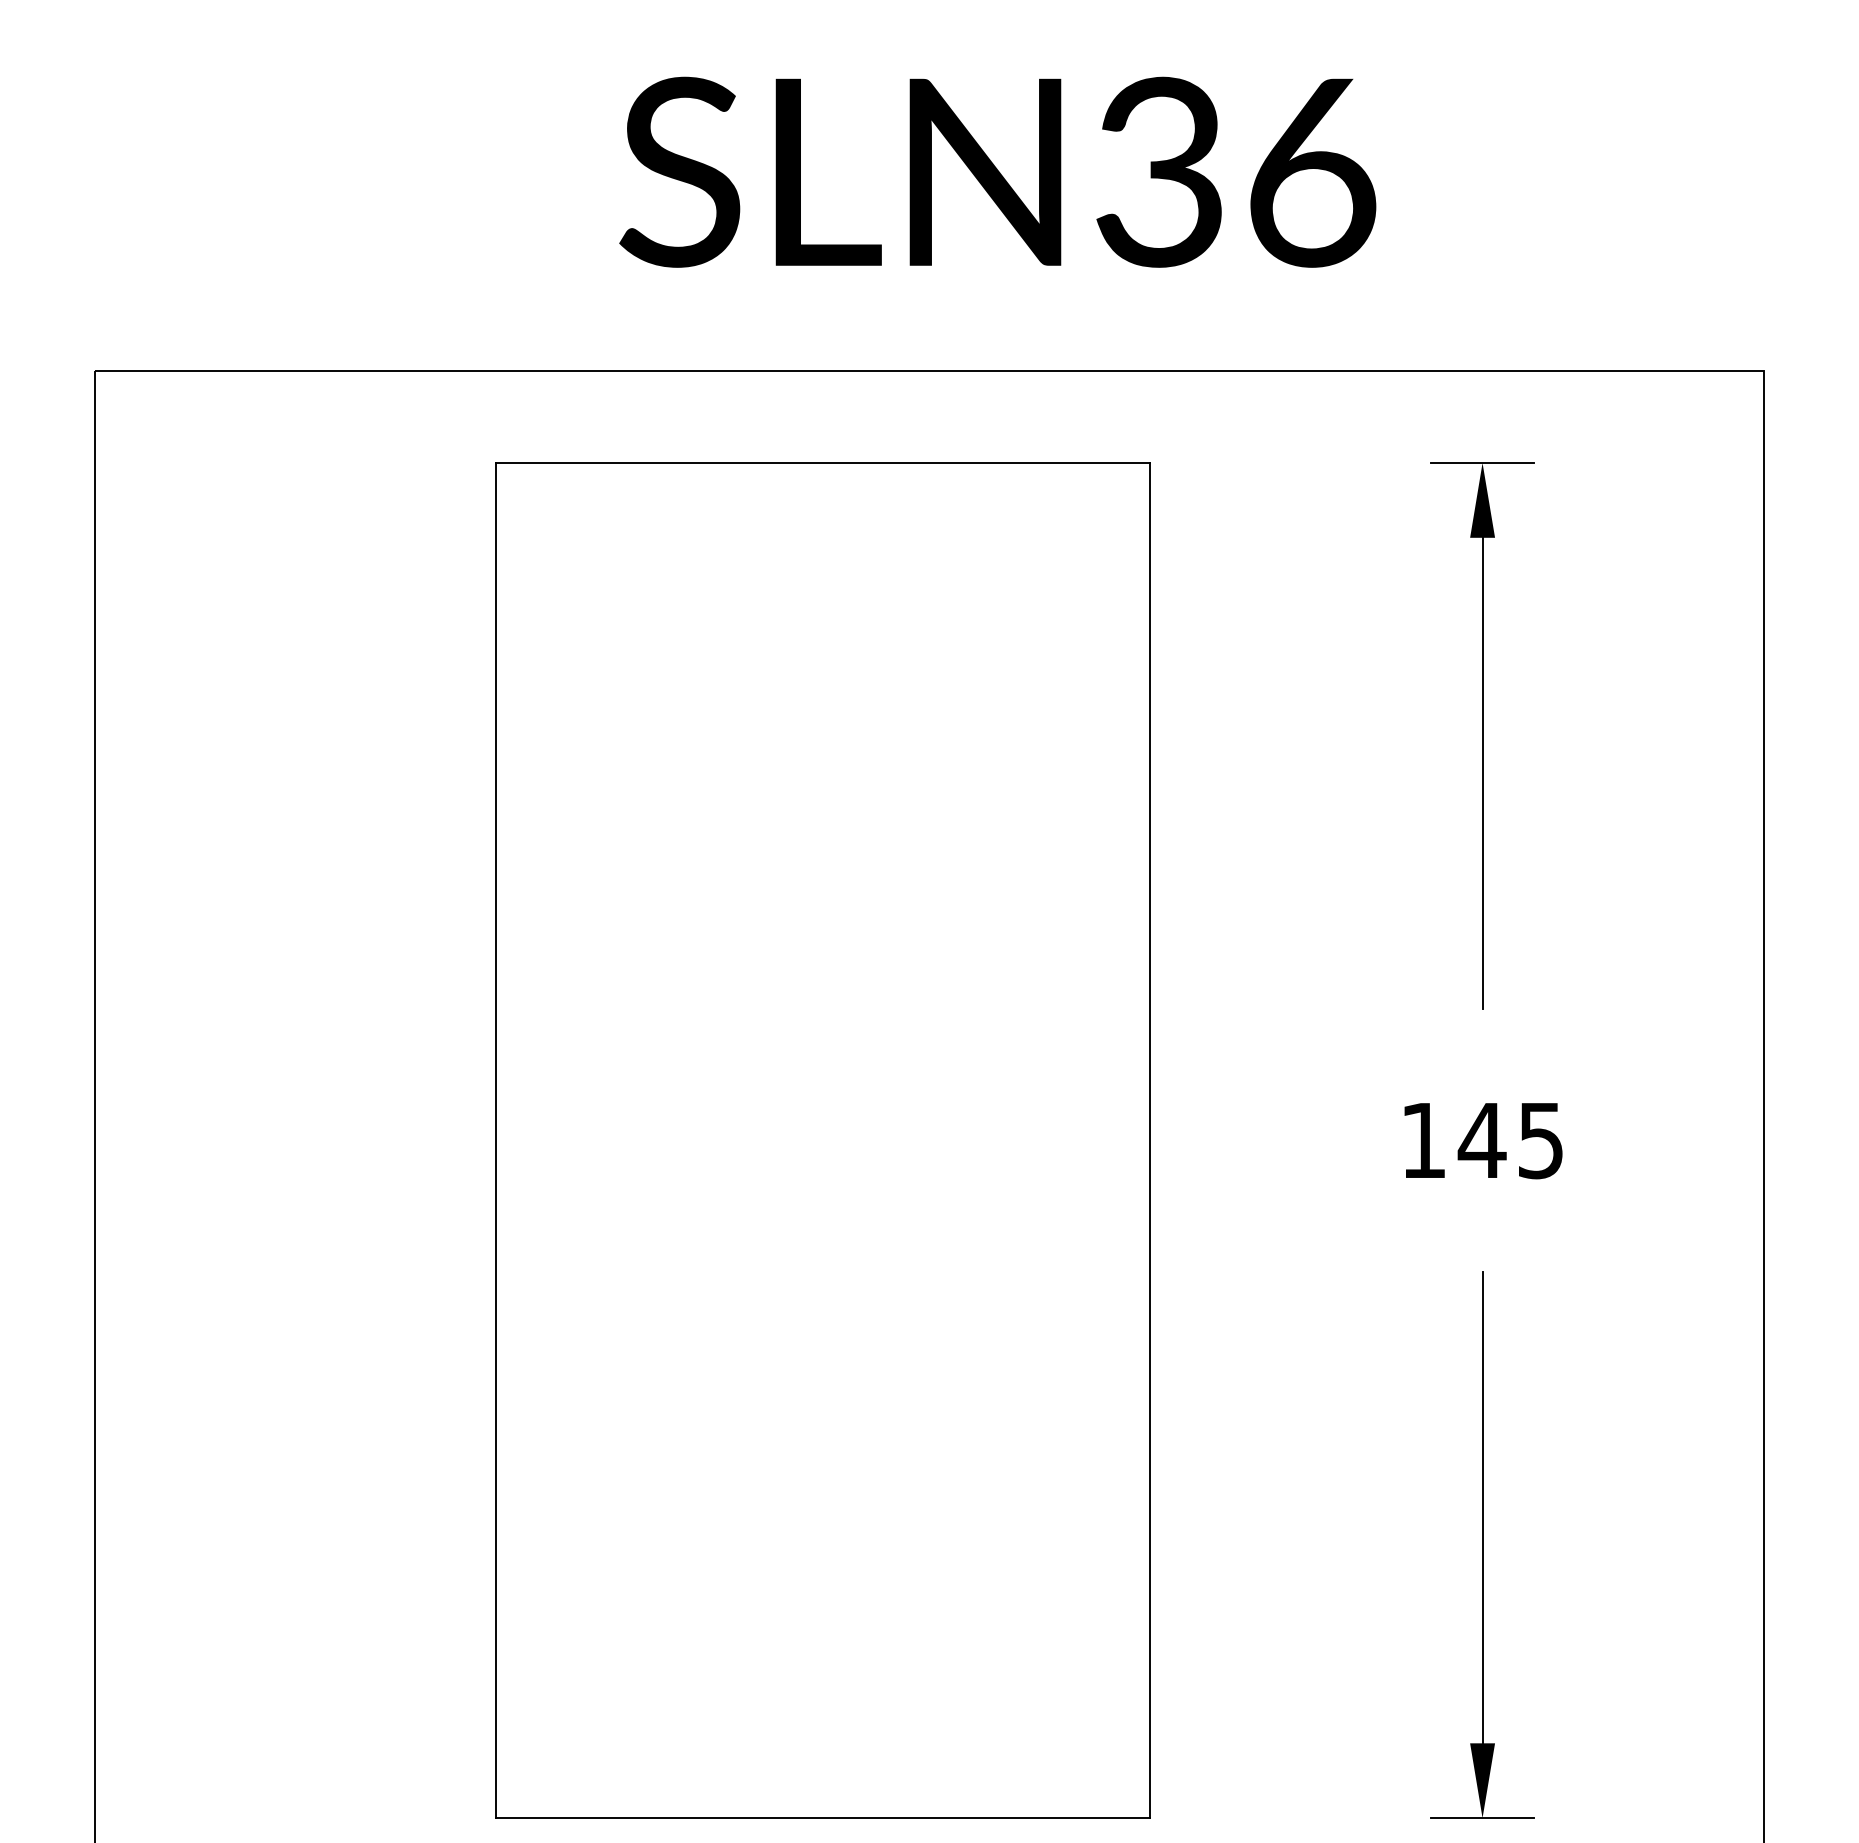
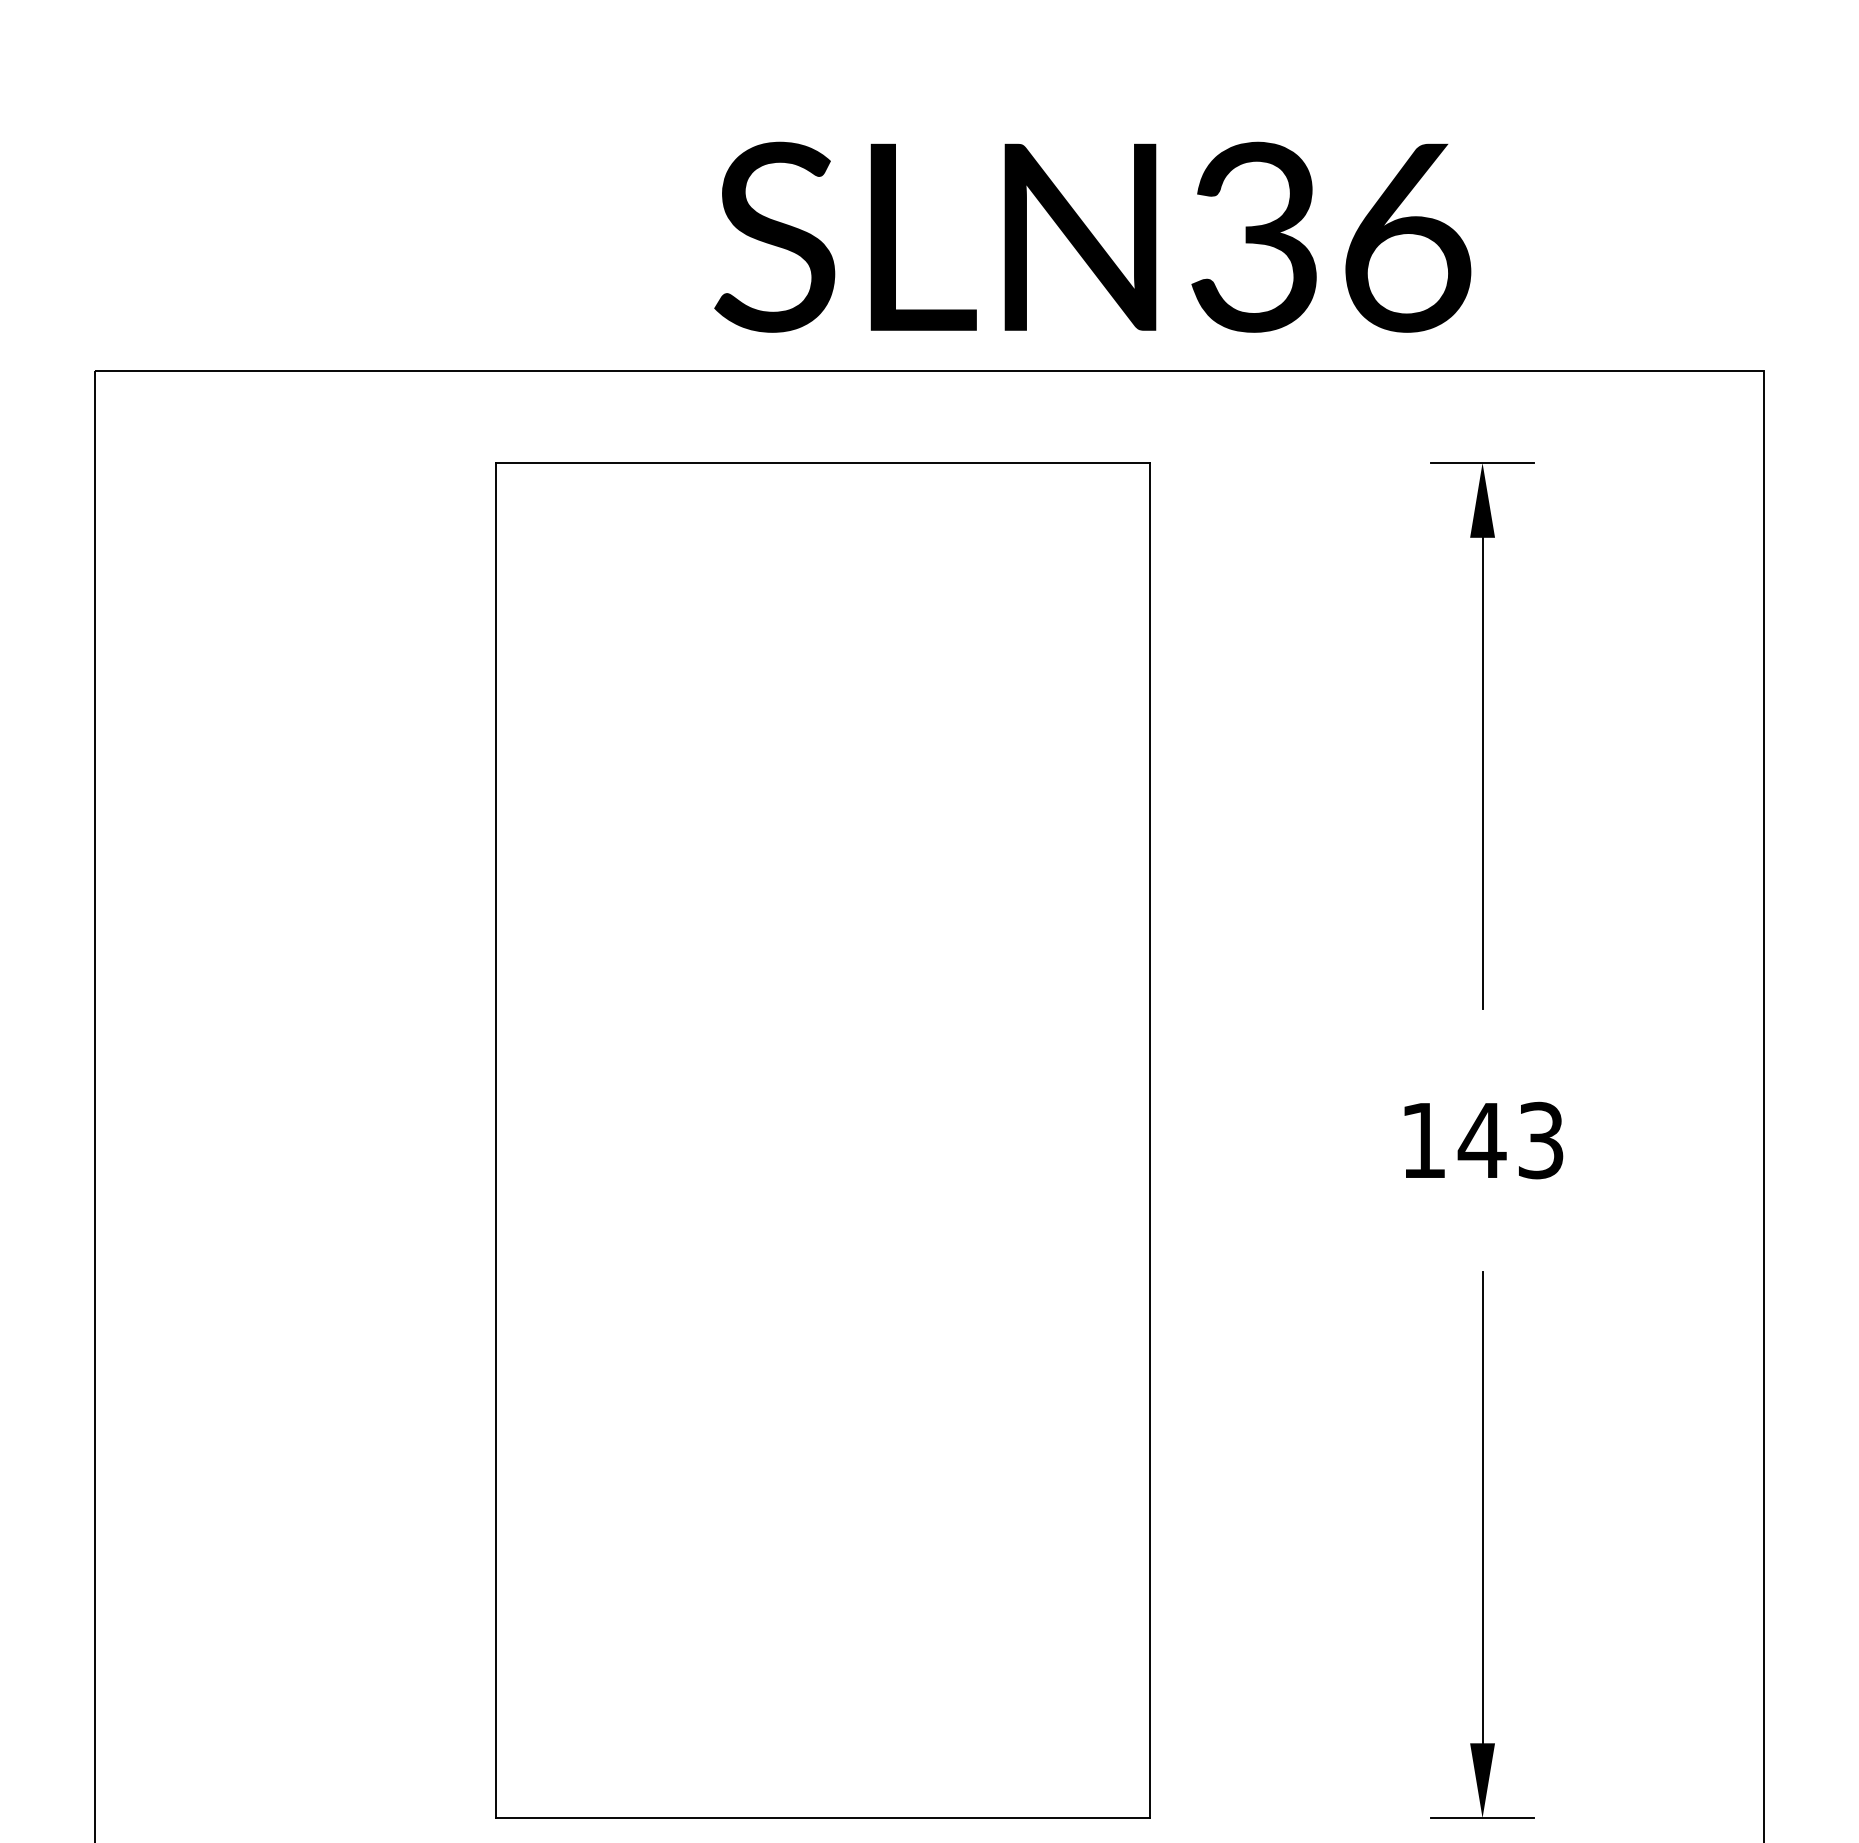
text at (997, 171) position: (997, 171) -> (1092, 236)
text at (1541, 1139): 145 -> 143
